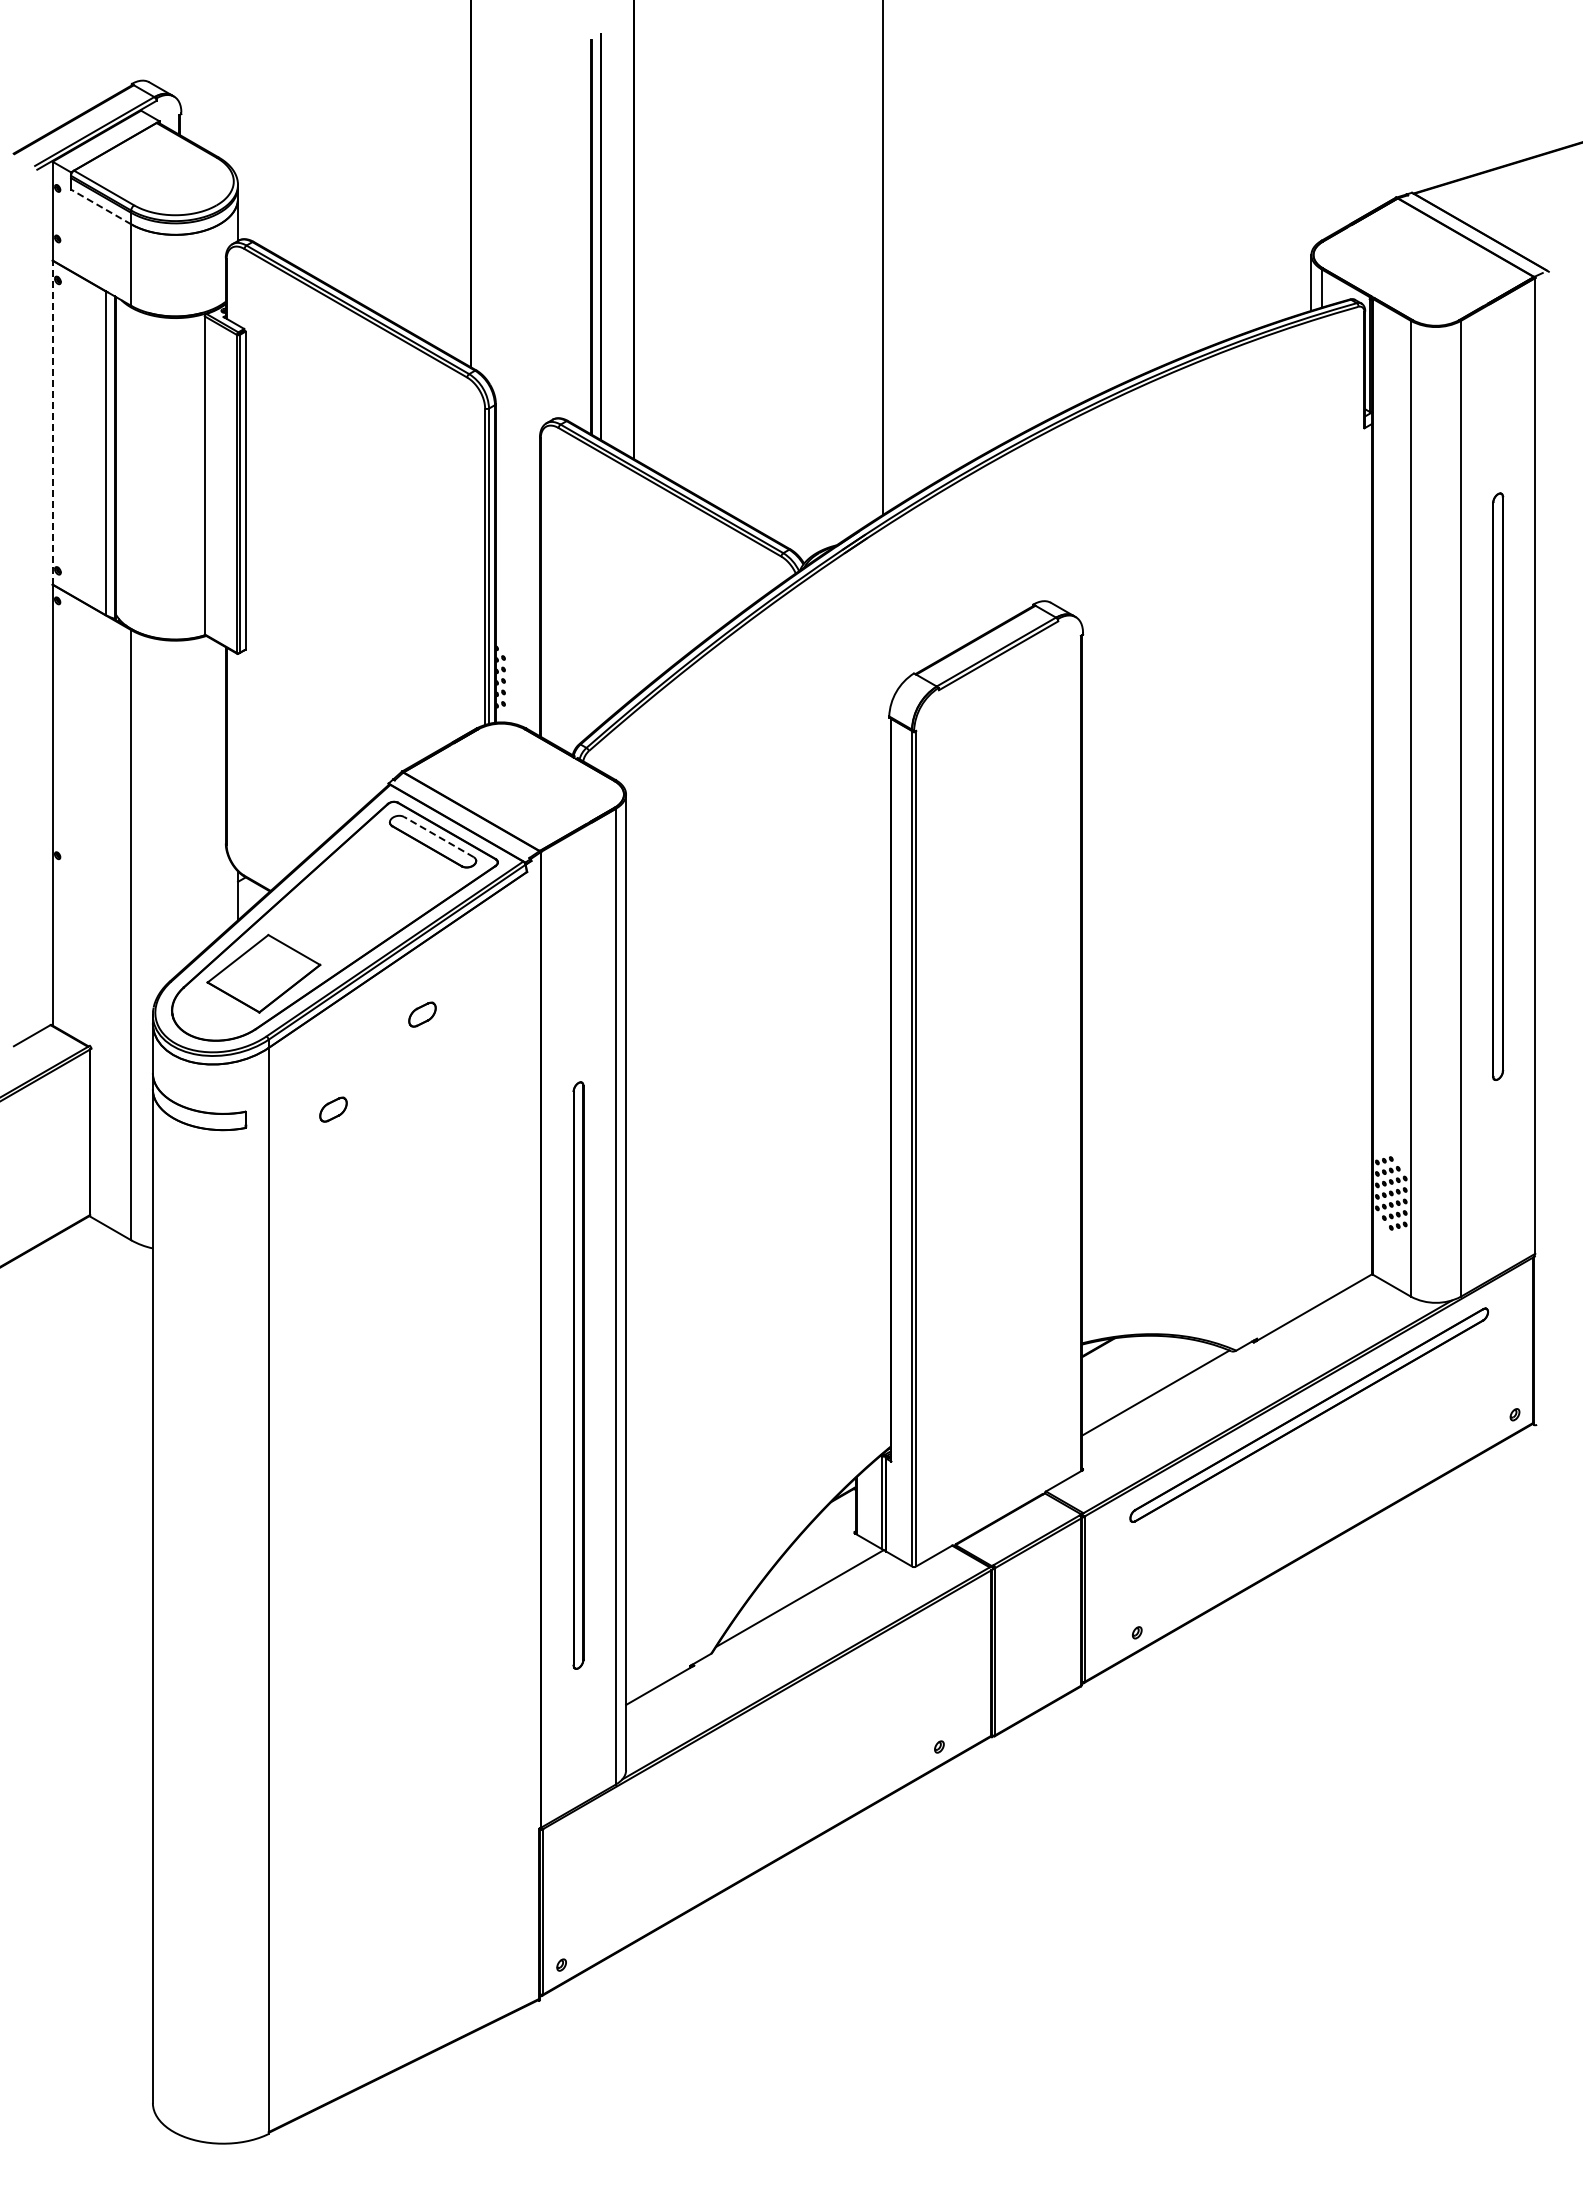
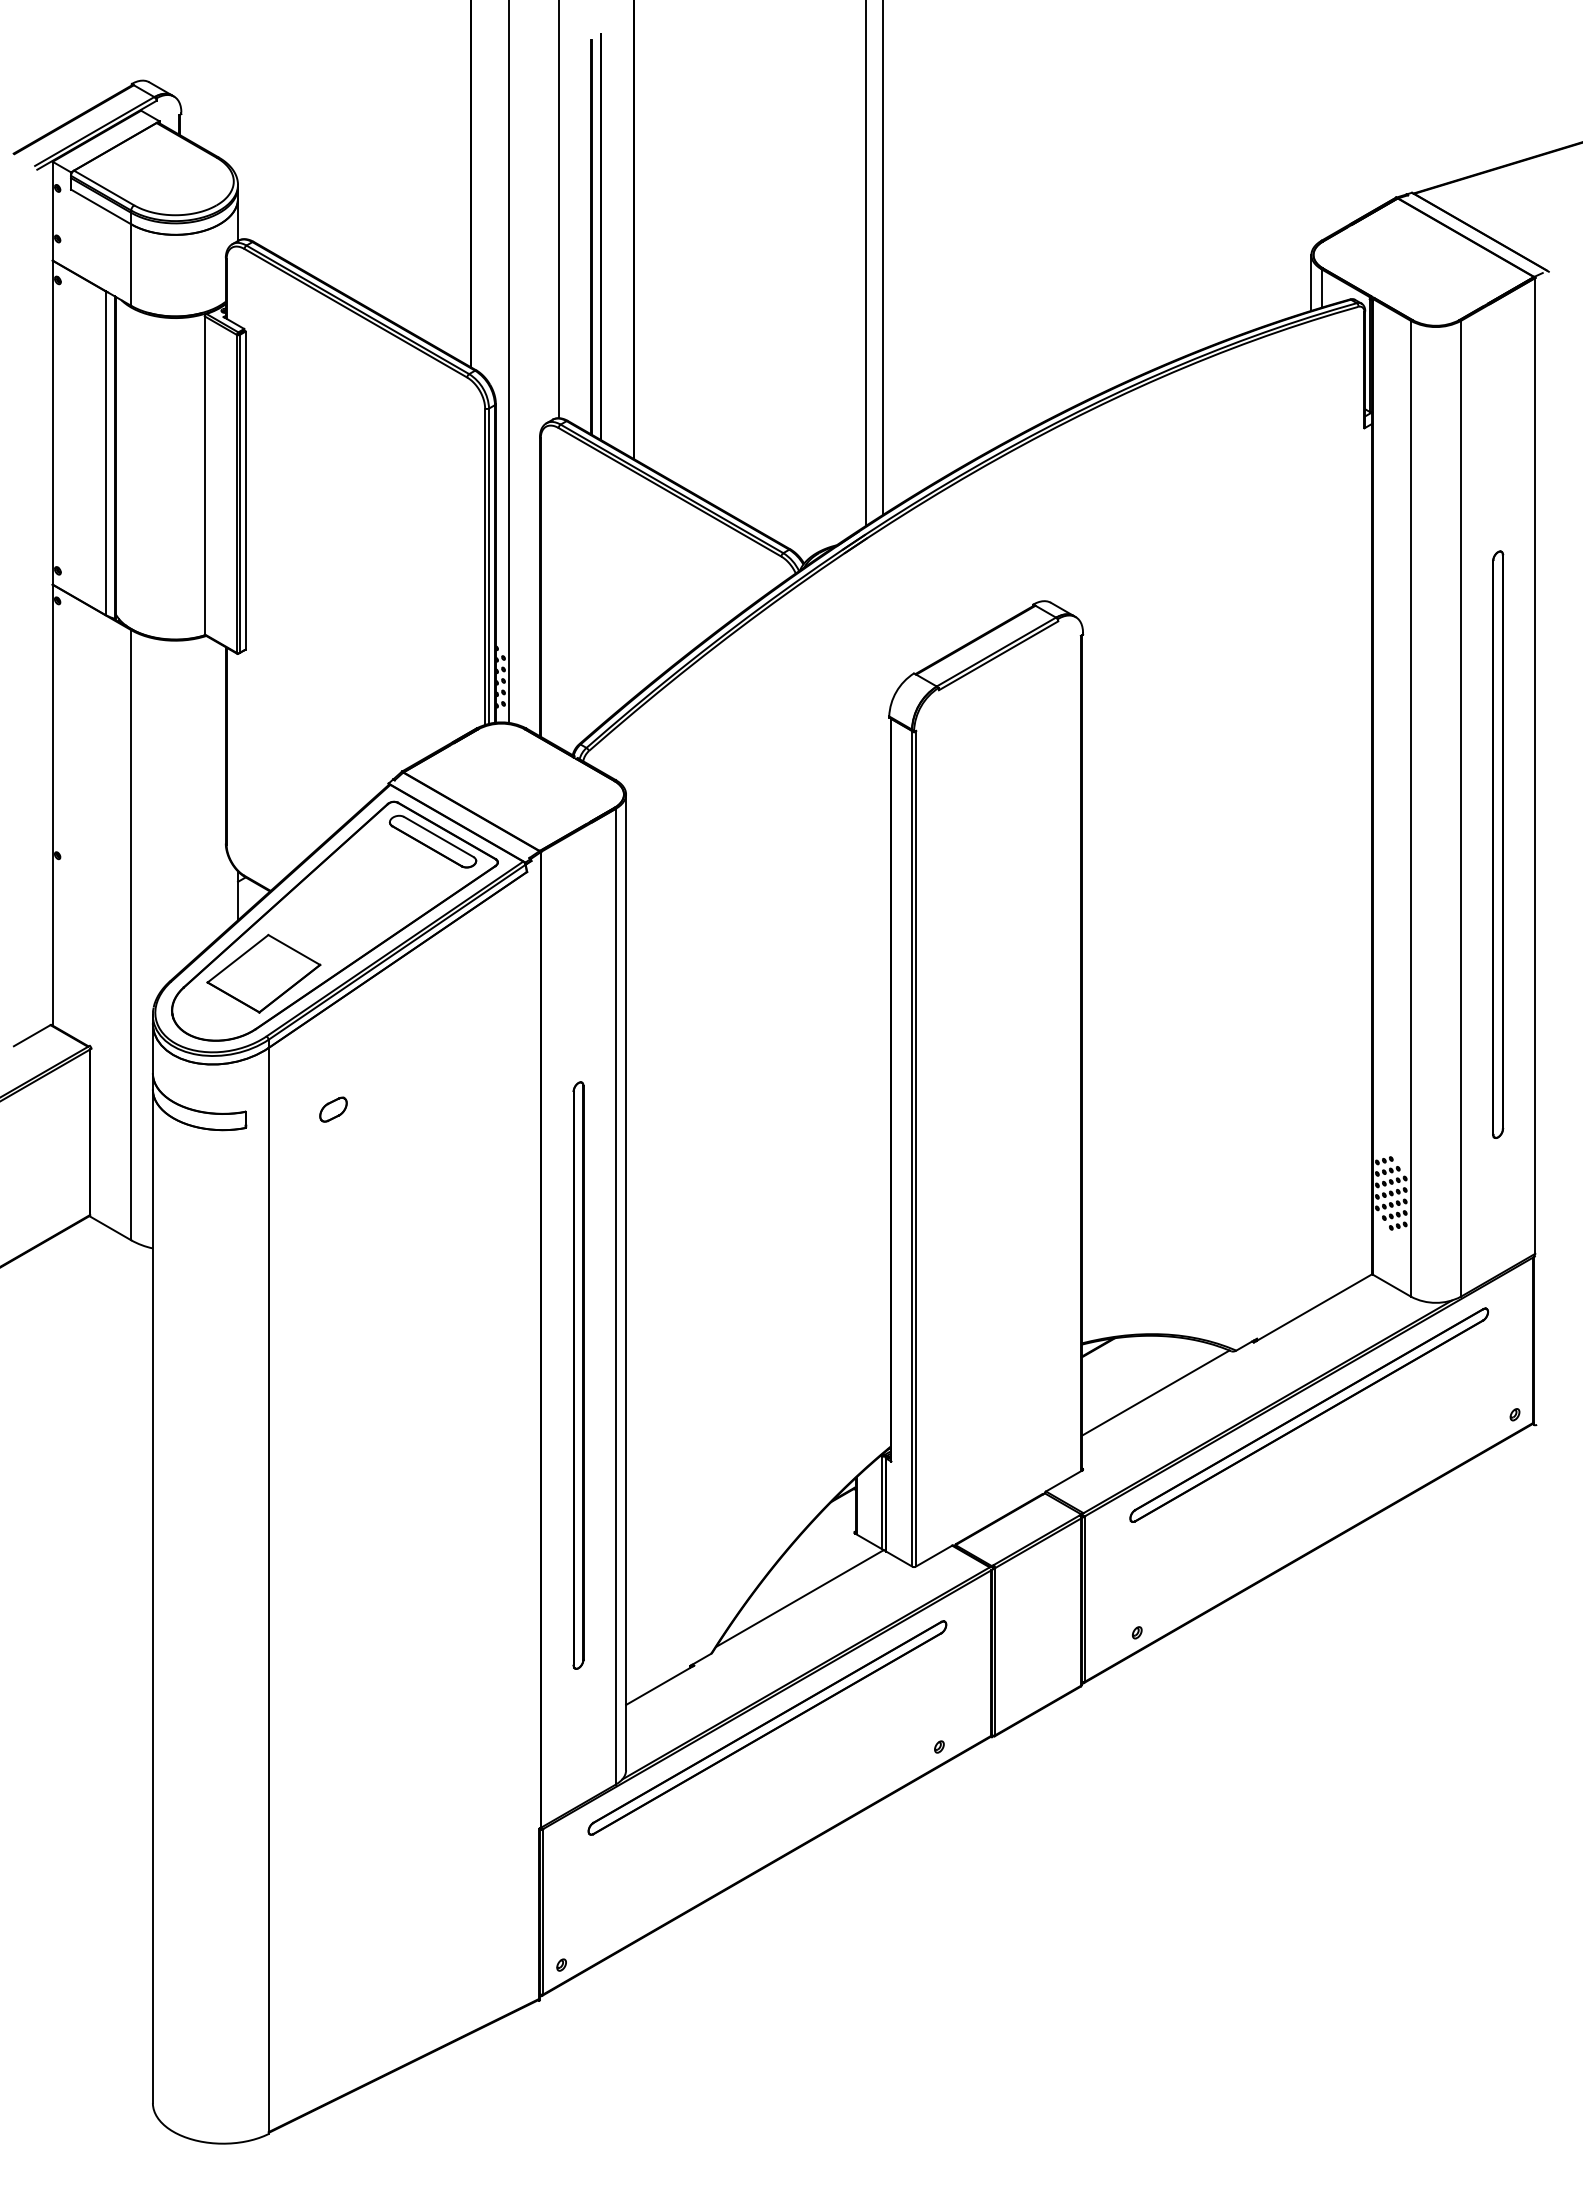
line at (101, 206): dashed -> solid
line at (559, 210): none -> present
line at (866, 263): none -> present
line at (509, 362): none -> present
line at (52, 422): dashed -> solid
part at (1498, 786) position: (1498, 786) -> (1498, 844)
line at (438, 836): dashed -> solid
part at (422, 1014): present -> none
part at (767, 1727): none -> present
